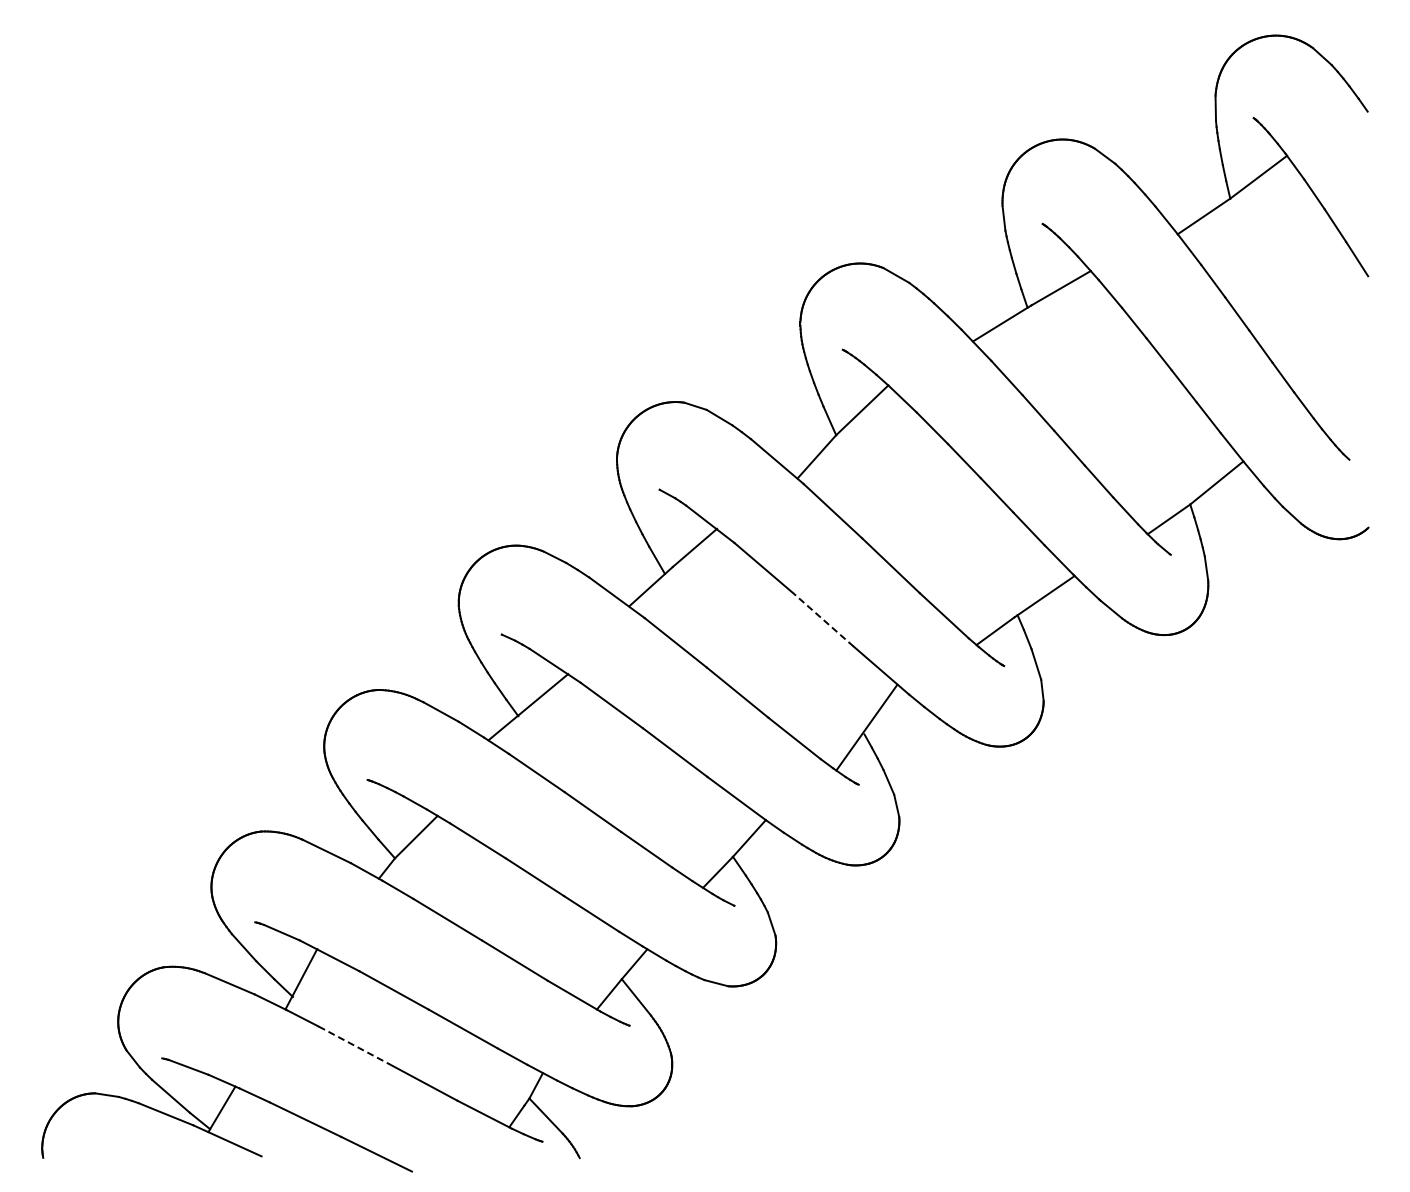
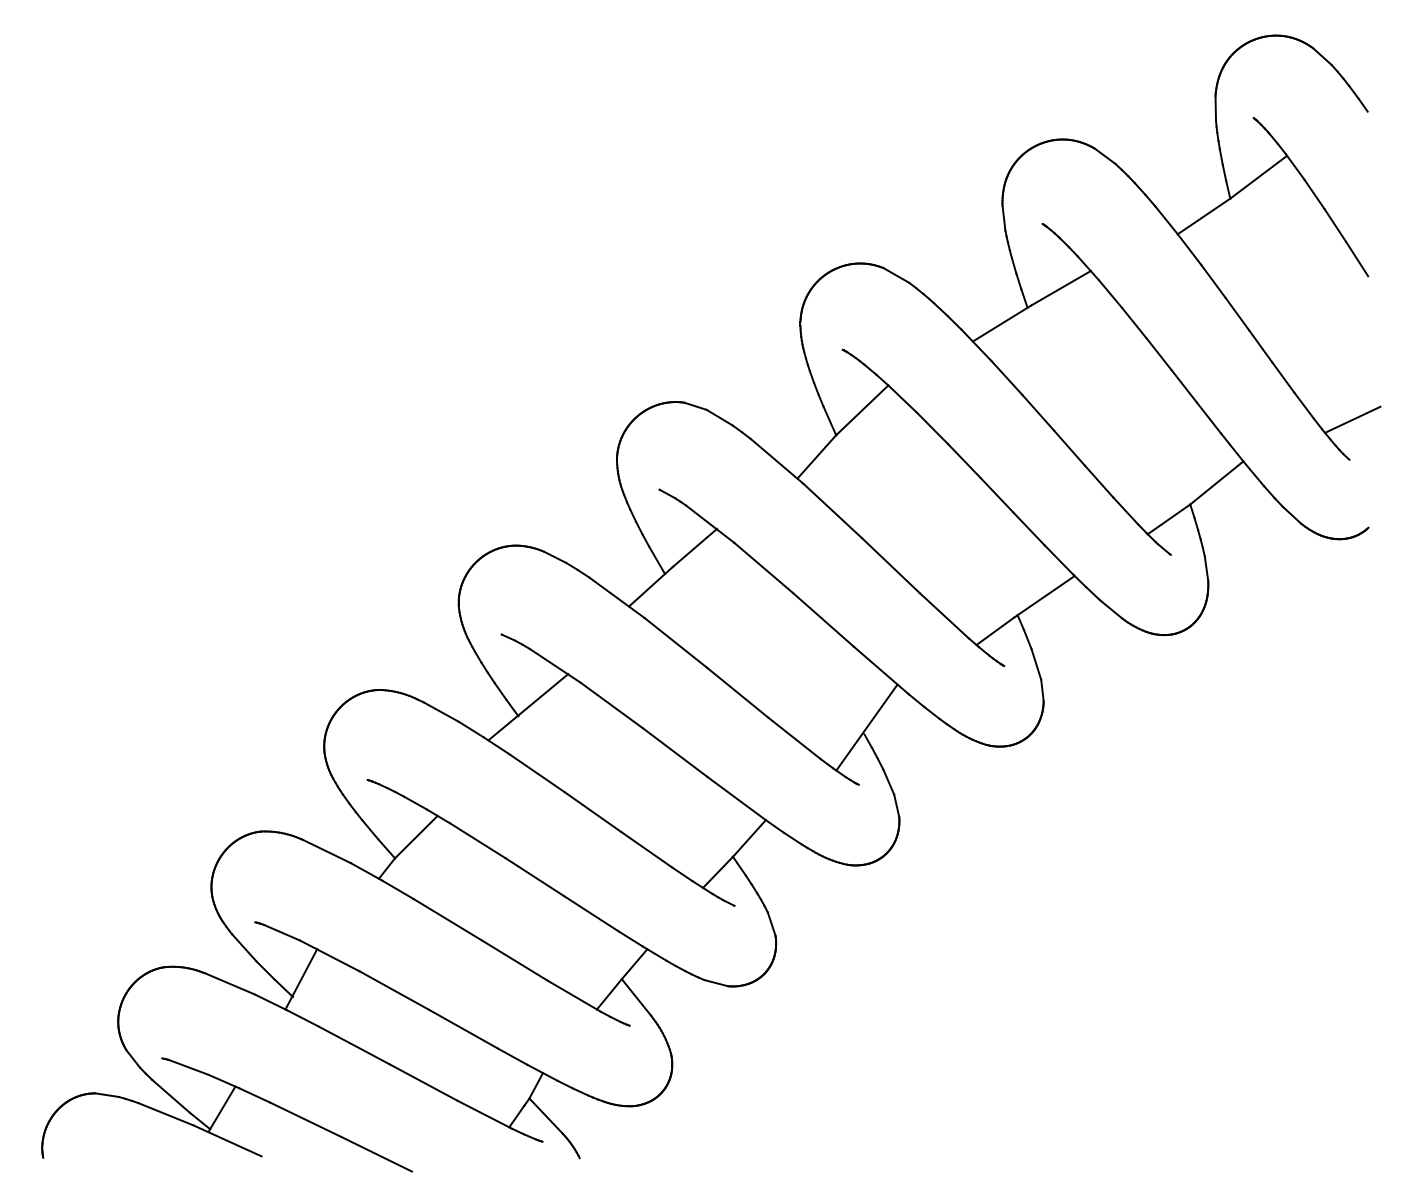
line at (1352, 419): none -> present
line at (823, 619): dashed -> solid
line at (354, 1045): dashed -> solid
